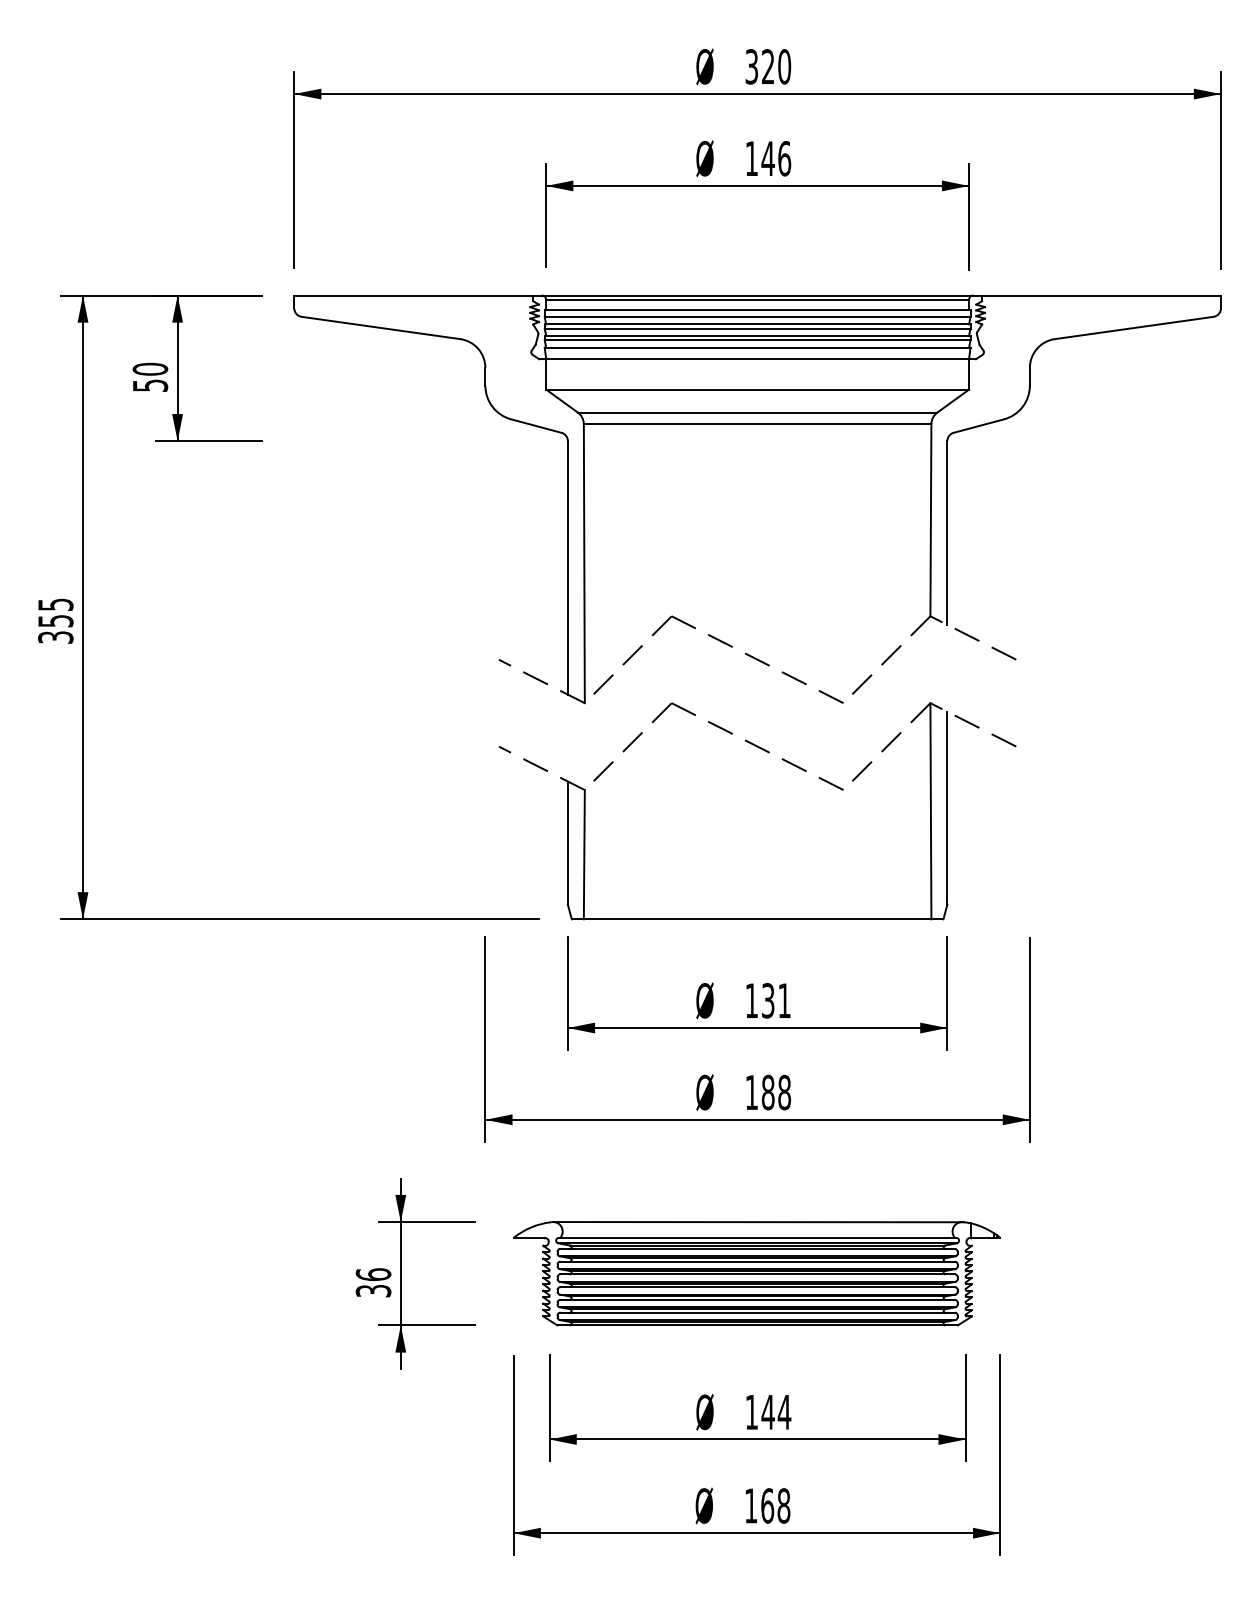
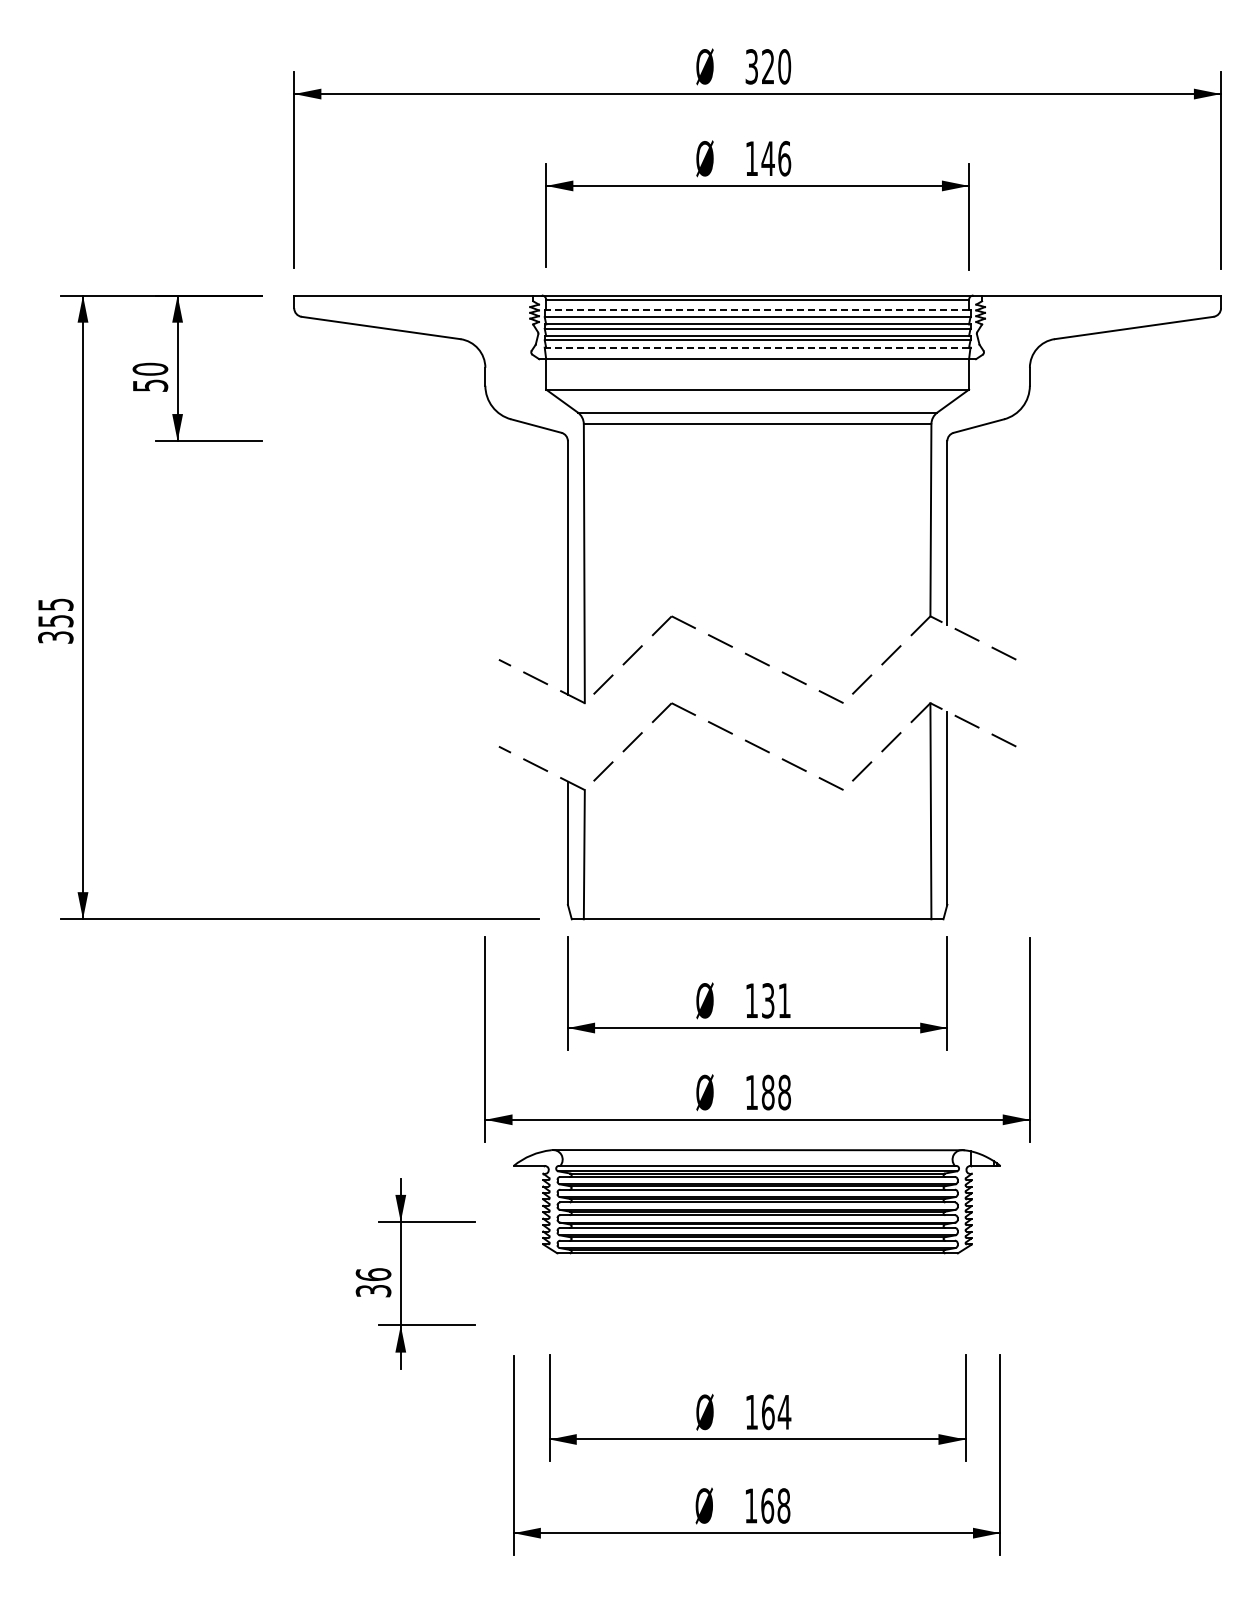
line at (757, 309): solid -> dashed
line at (757, 347): solid -> dashed
part at (756, 1273) position: (756, 1273) -> (756, 1201)
text at (767, 1412): 144 -> 164
